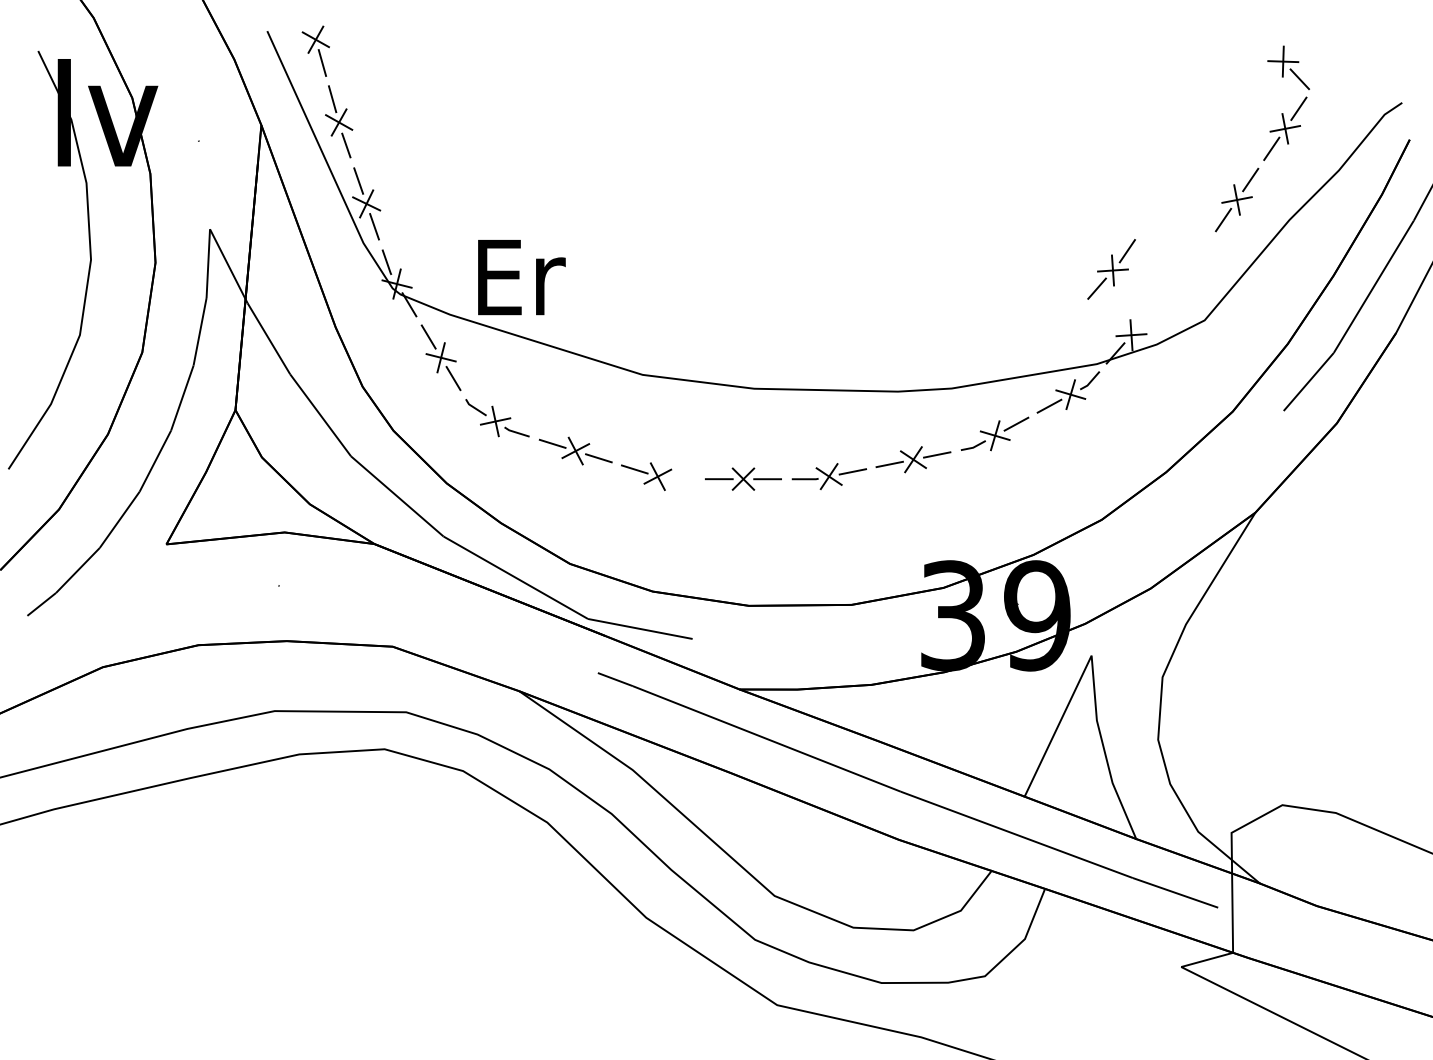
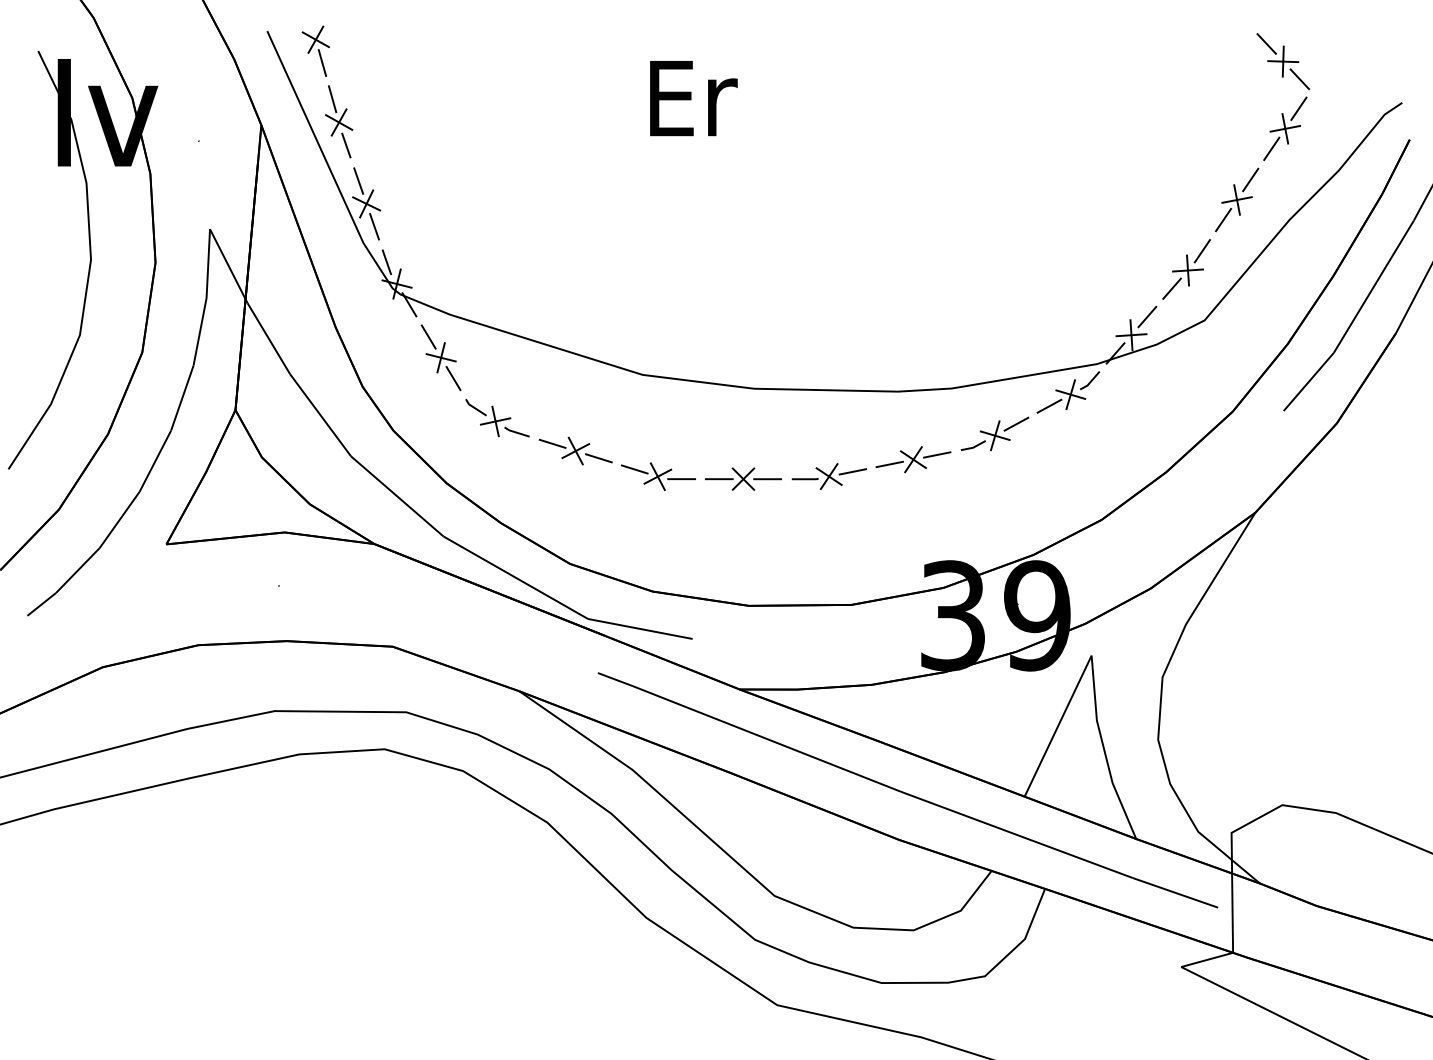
line at (1266, 43): none -> present
part at (1111, 269) position: (1111, 269) -> (1186, 269)
text at (521, 277) position: (521, 277) -> (693, 98)
line at (1147, 316): none -> present
line at (681, 479): none -> present
